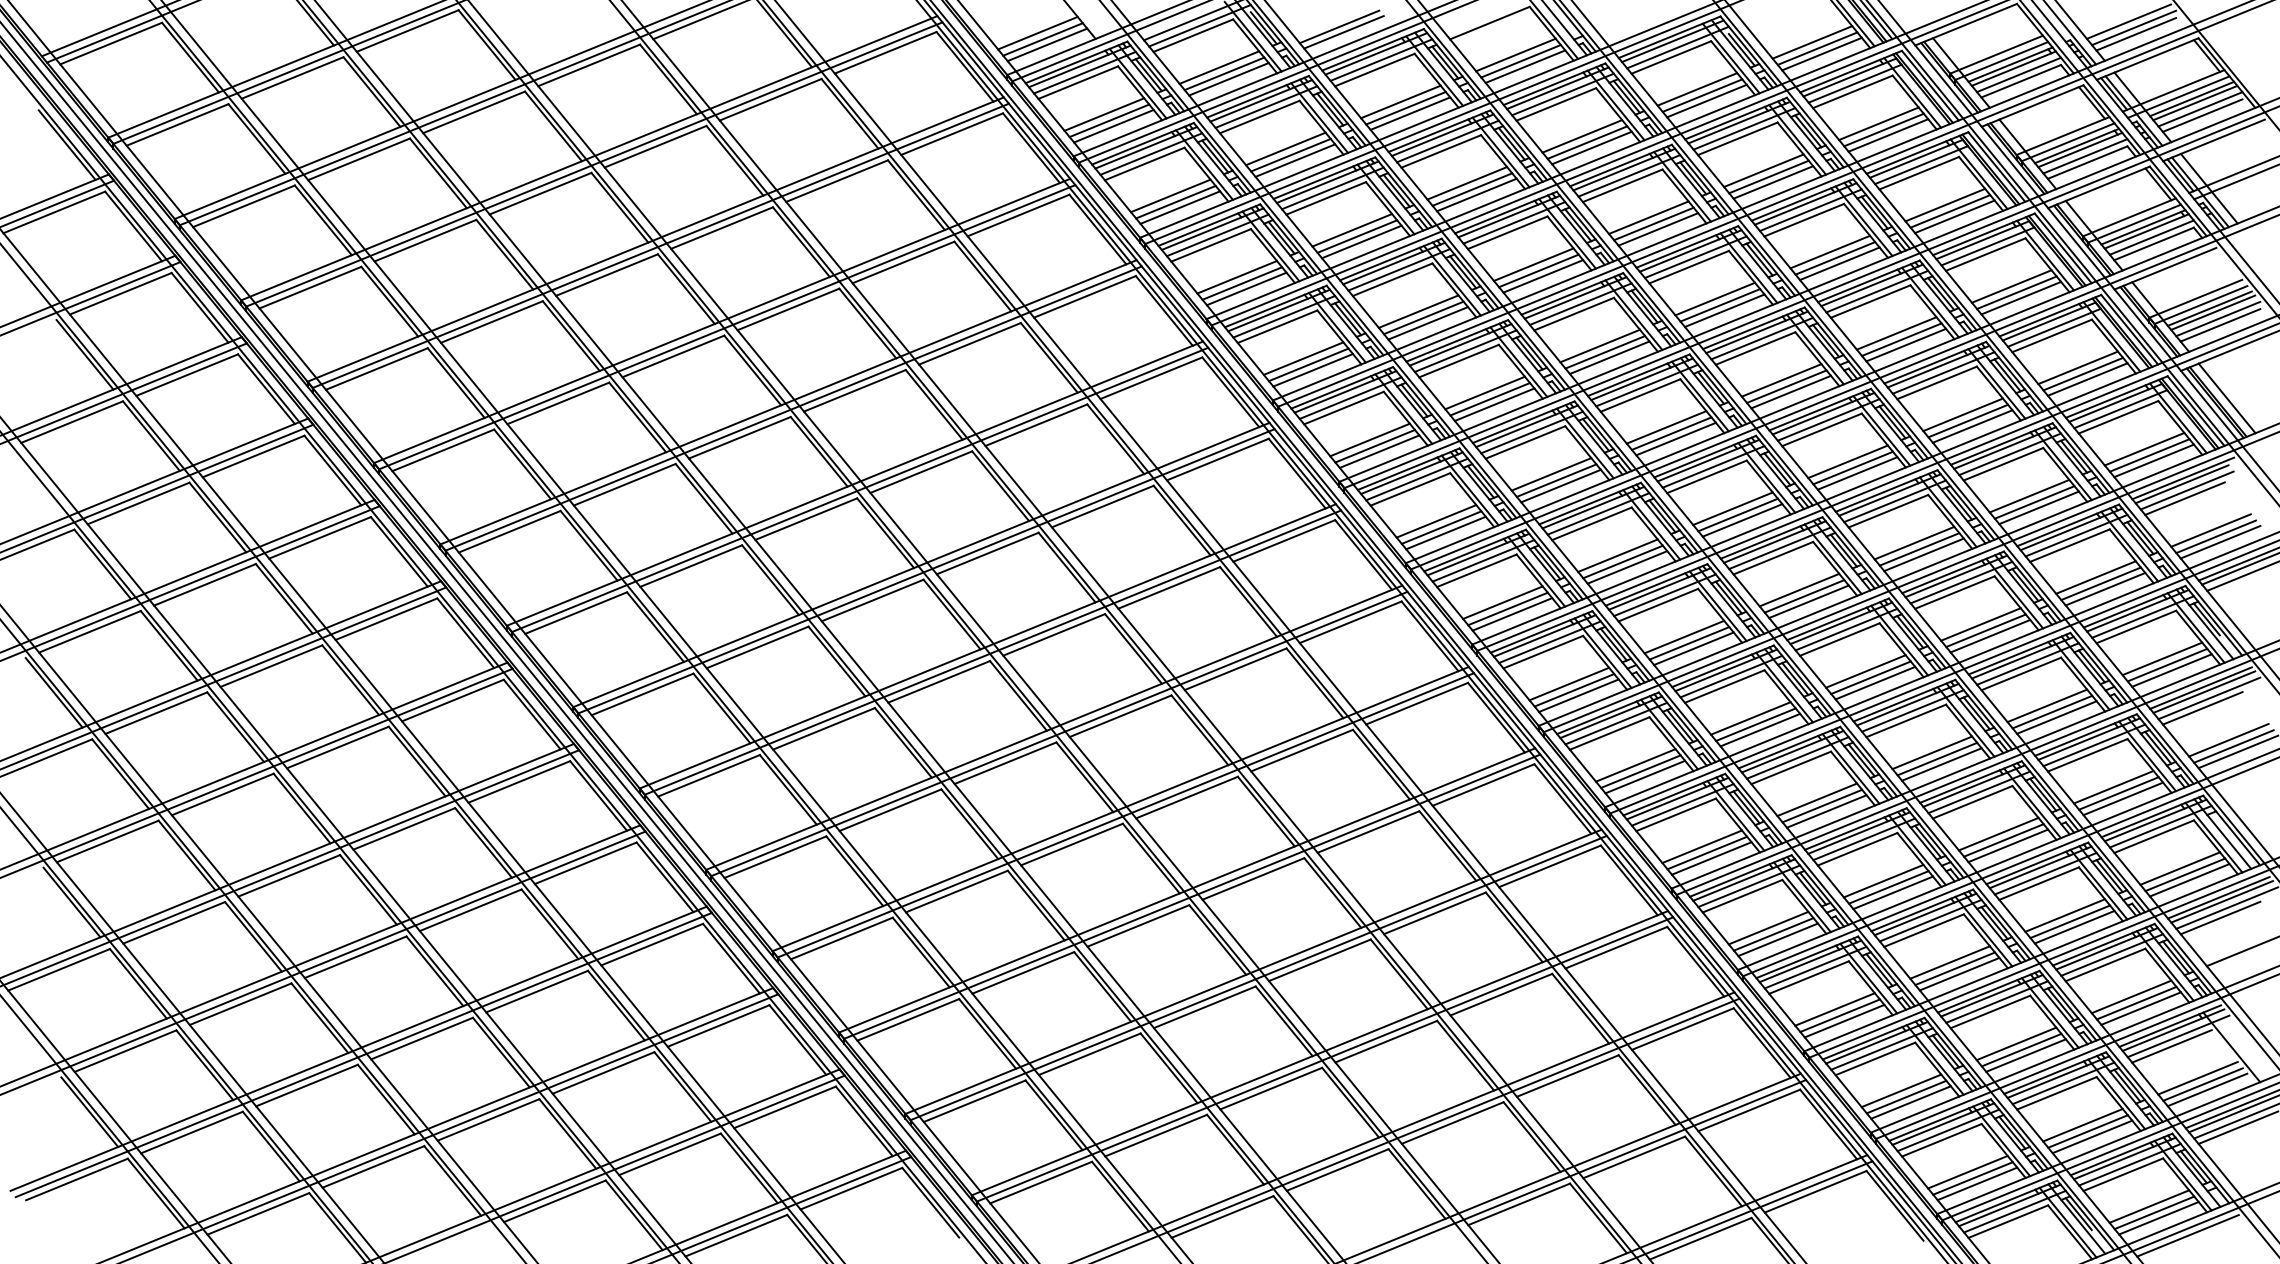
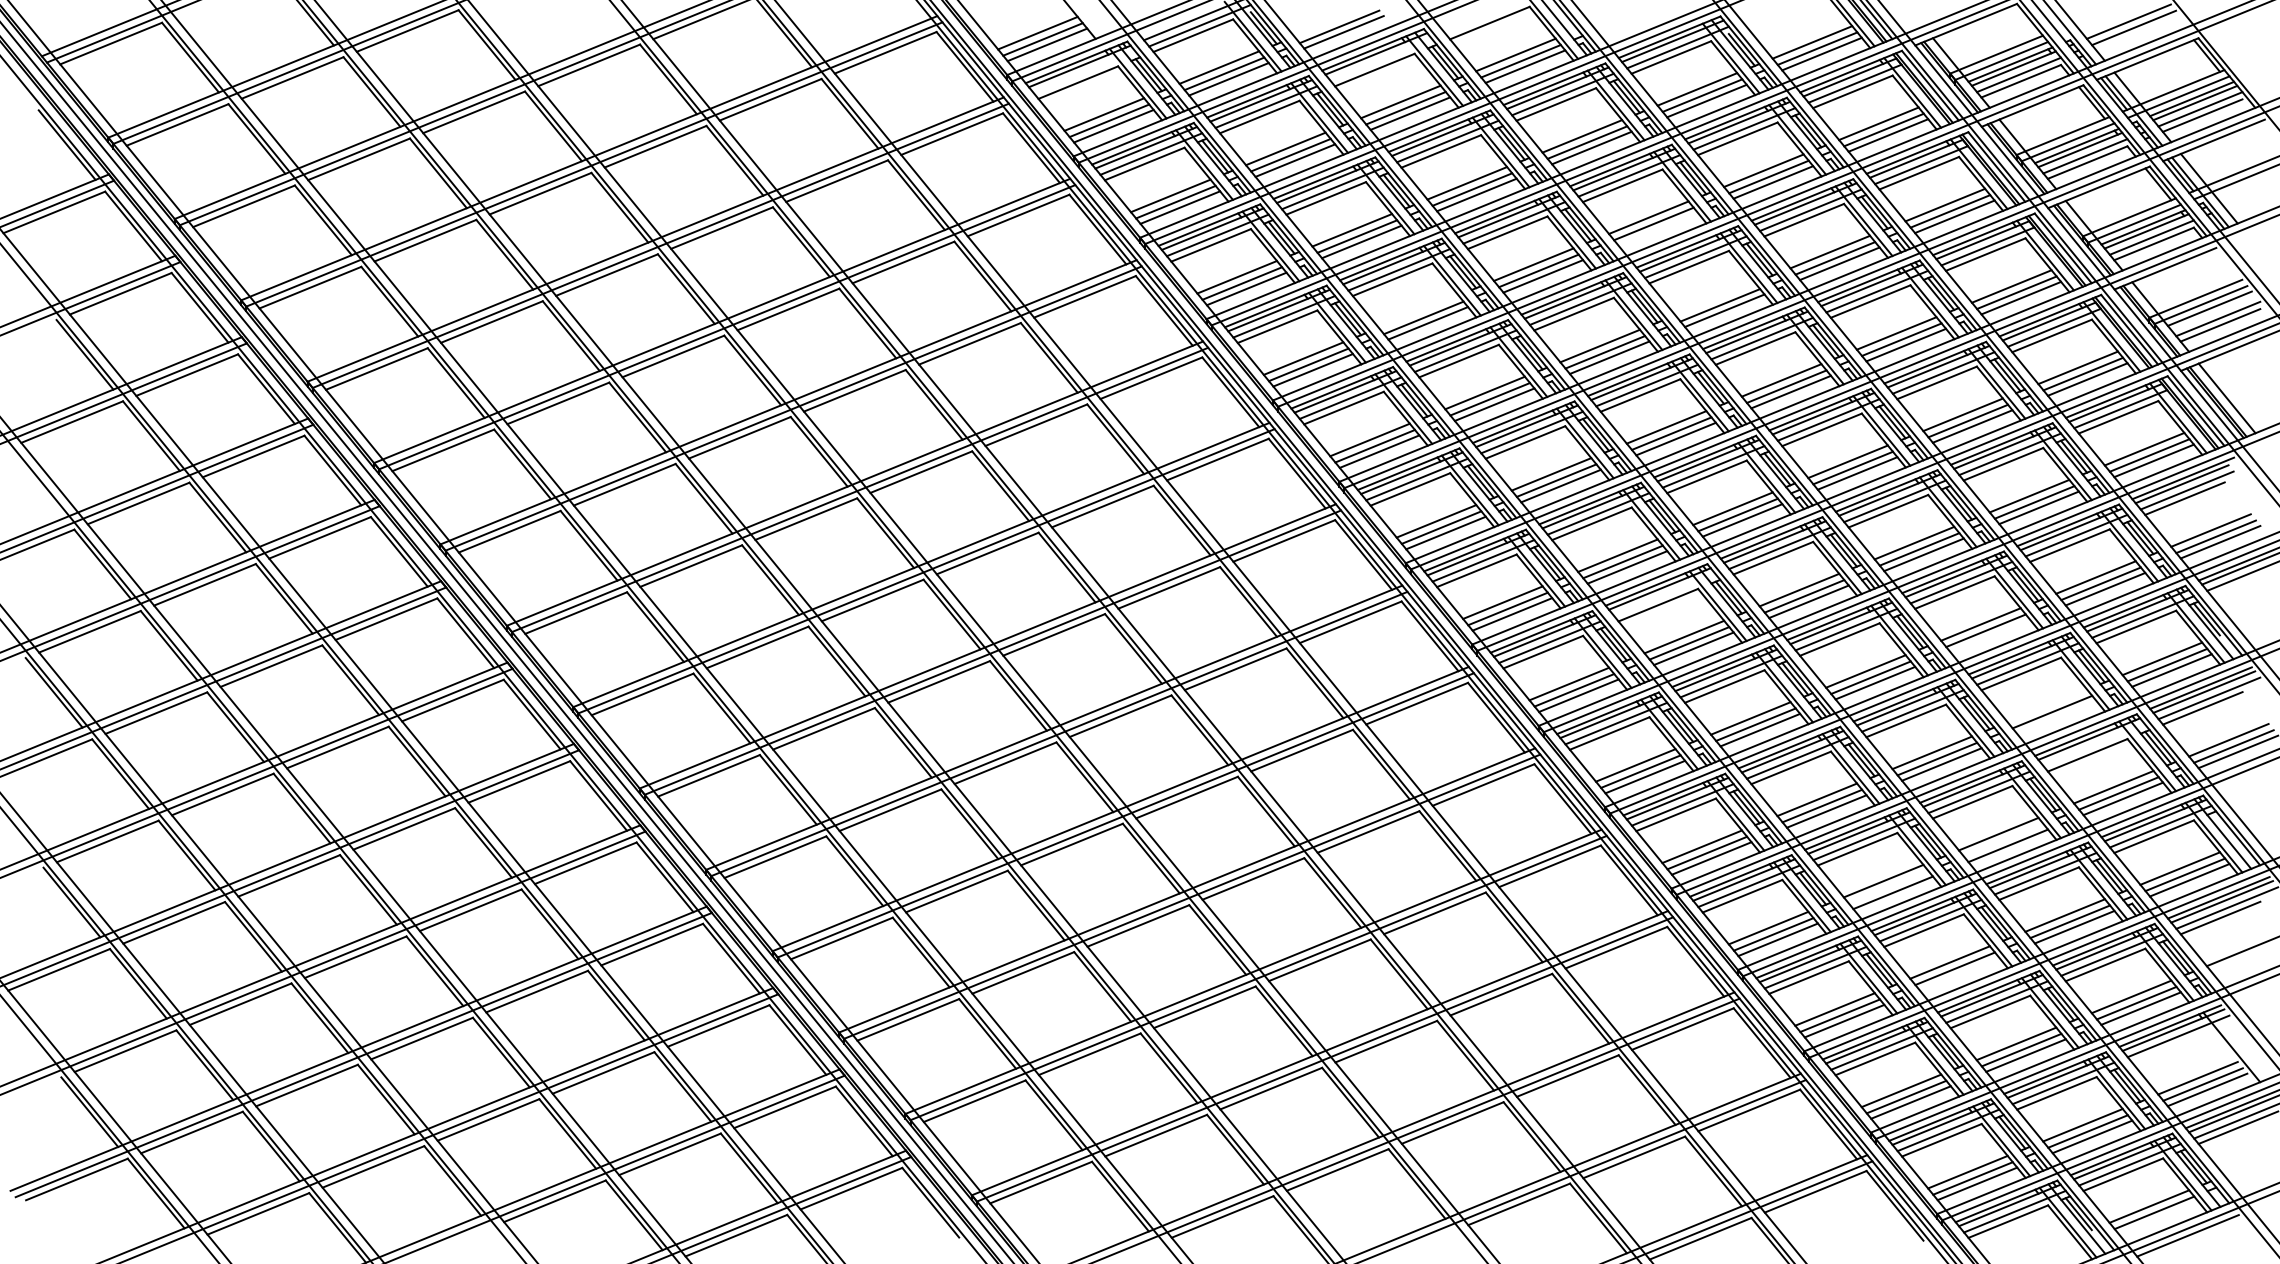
line at (2136, 34): present -> none
line at (1381, 59): present -> none
line at (1084, 72): present -> none
line at (1658, 229): present -> none
line at (1715, 298): present -> none
line at (1418, 311): present -> none
line at (2213, 312): present -> none
line at (1664, 595): present -> none
line at (1990, 635): present -> none
line at (2047, 705): present -> none
line at (2056, 717): present -> none
line at (2094, 745): present -> none
line at (2003, 840): present -> none
line at (1888, 887): present -> none
line at (1959, 973): present -> none
line at (2171, 1046): present -> none
line at (2158, 1218): present -> none
